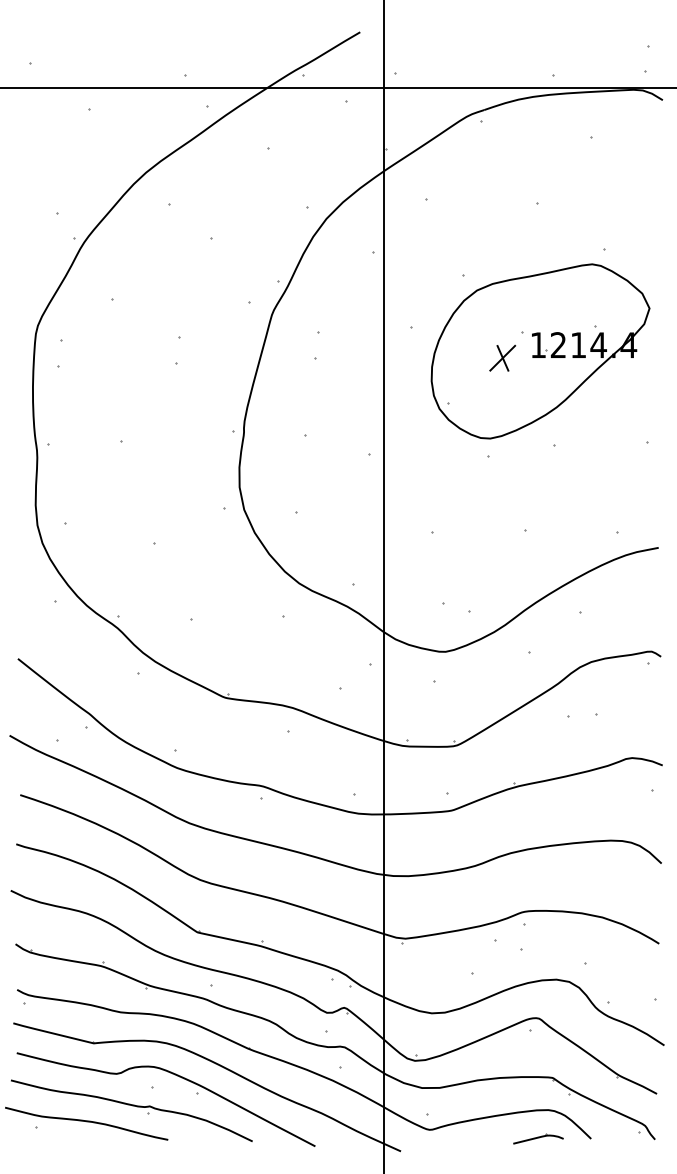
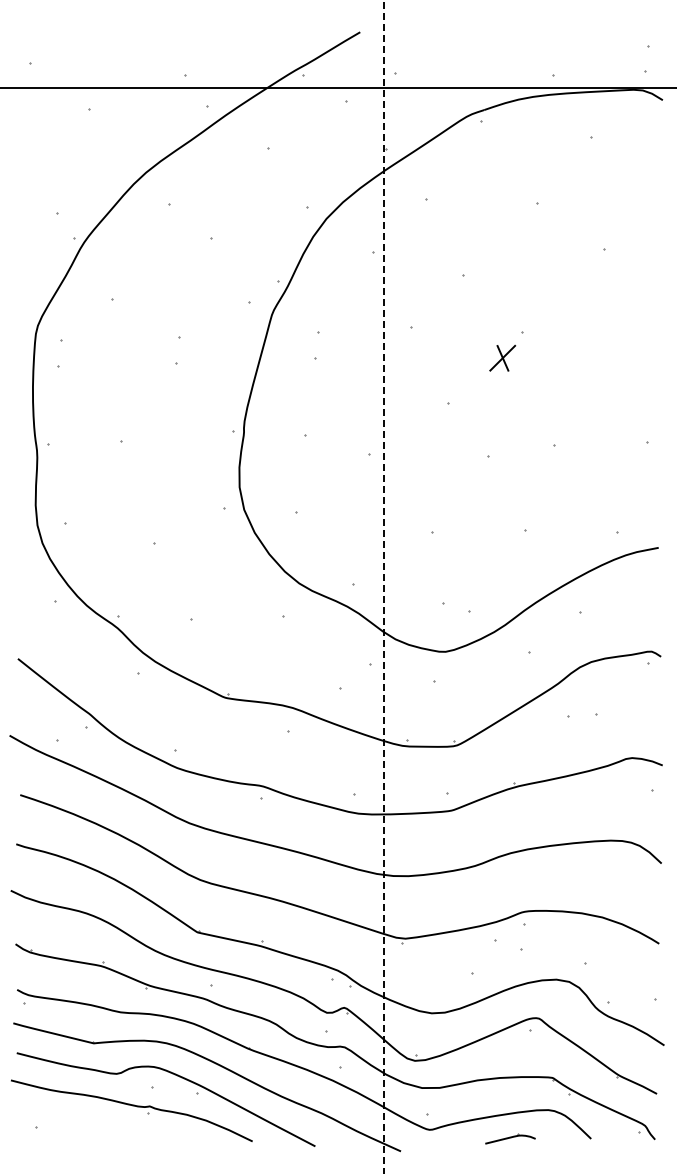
part at (540, 351): present -> none
line at (383, 586): solid -> dashed
curve at (86, 1122): present -> none
part at (538, 1138) position: (538, 1138) -> (510, 1138)
